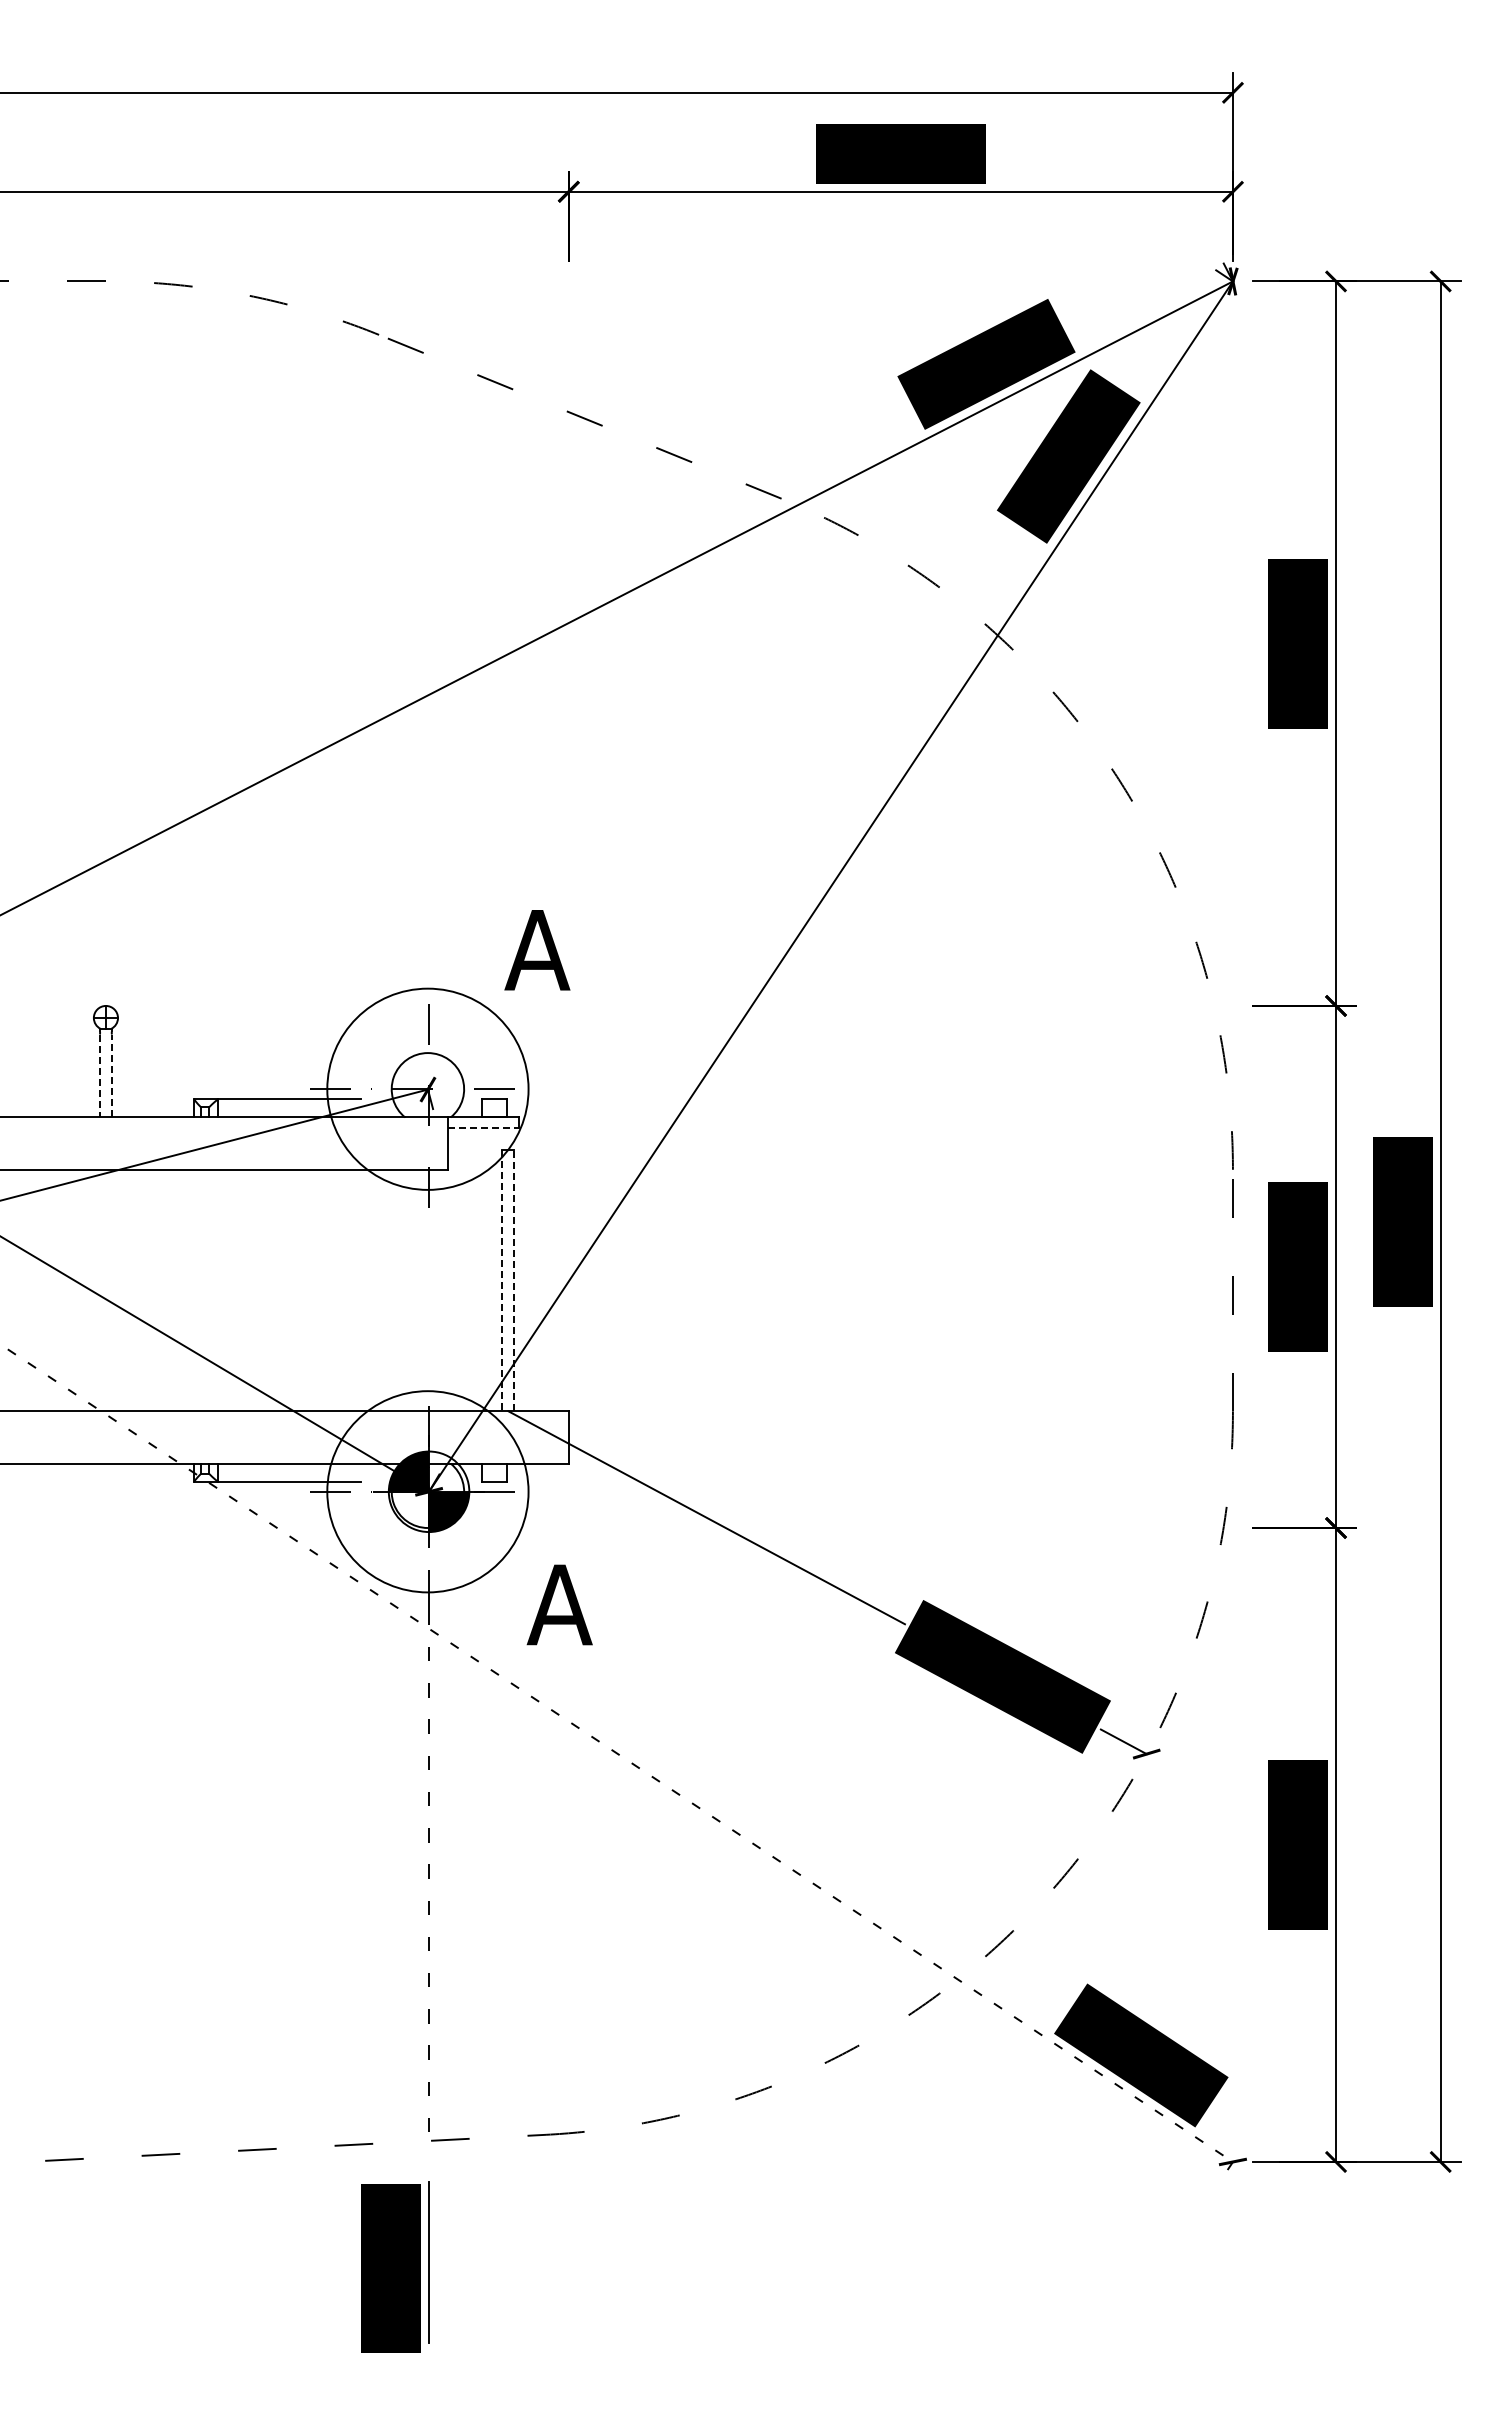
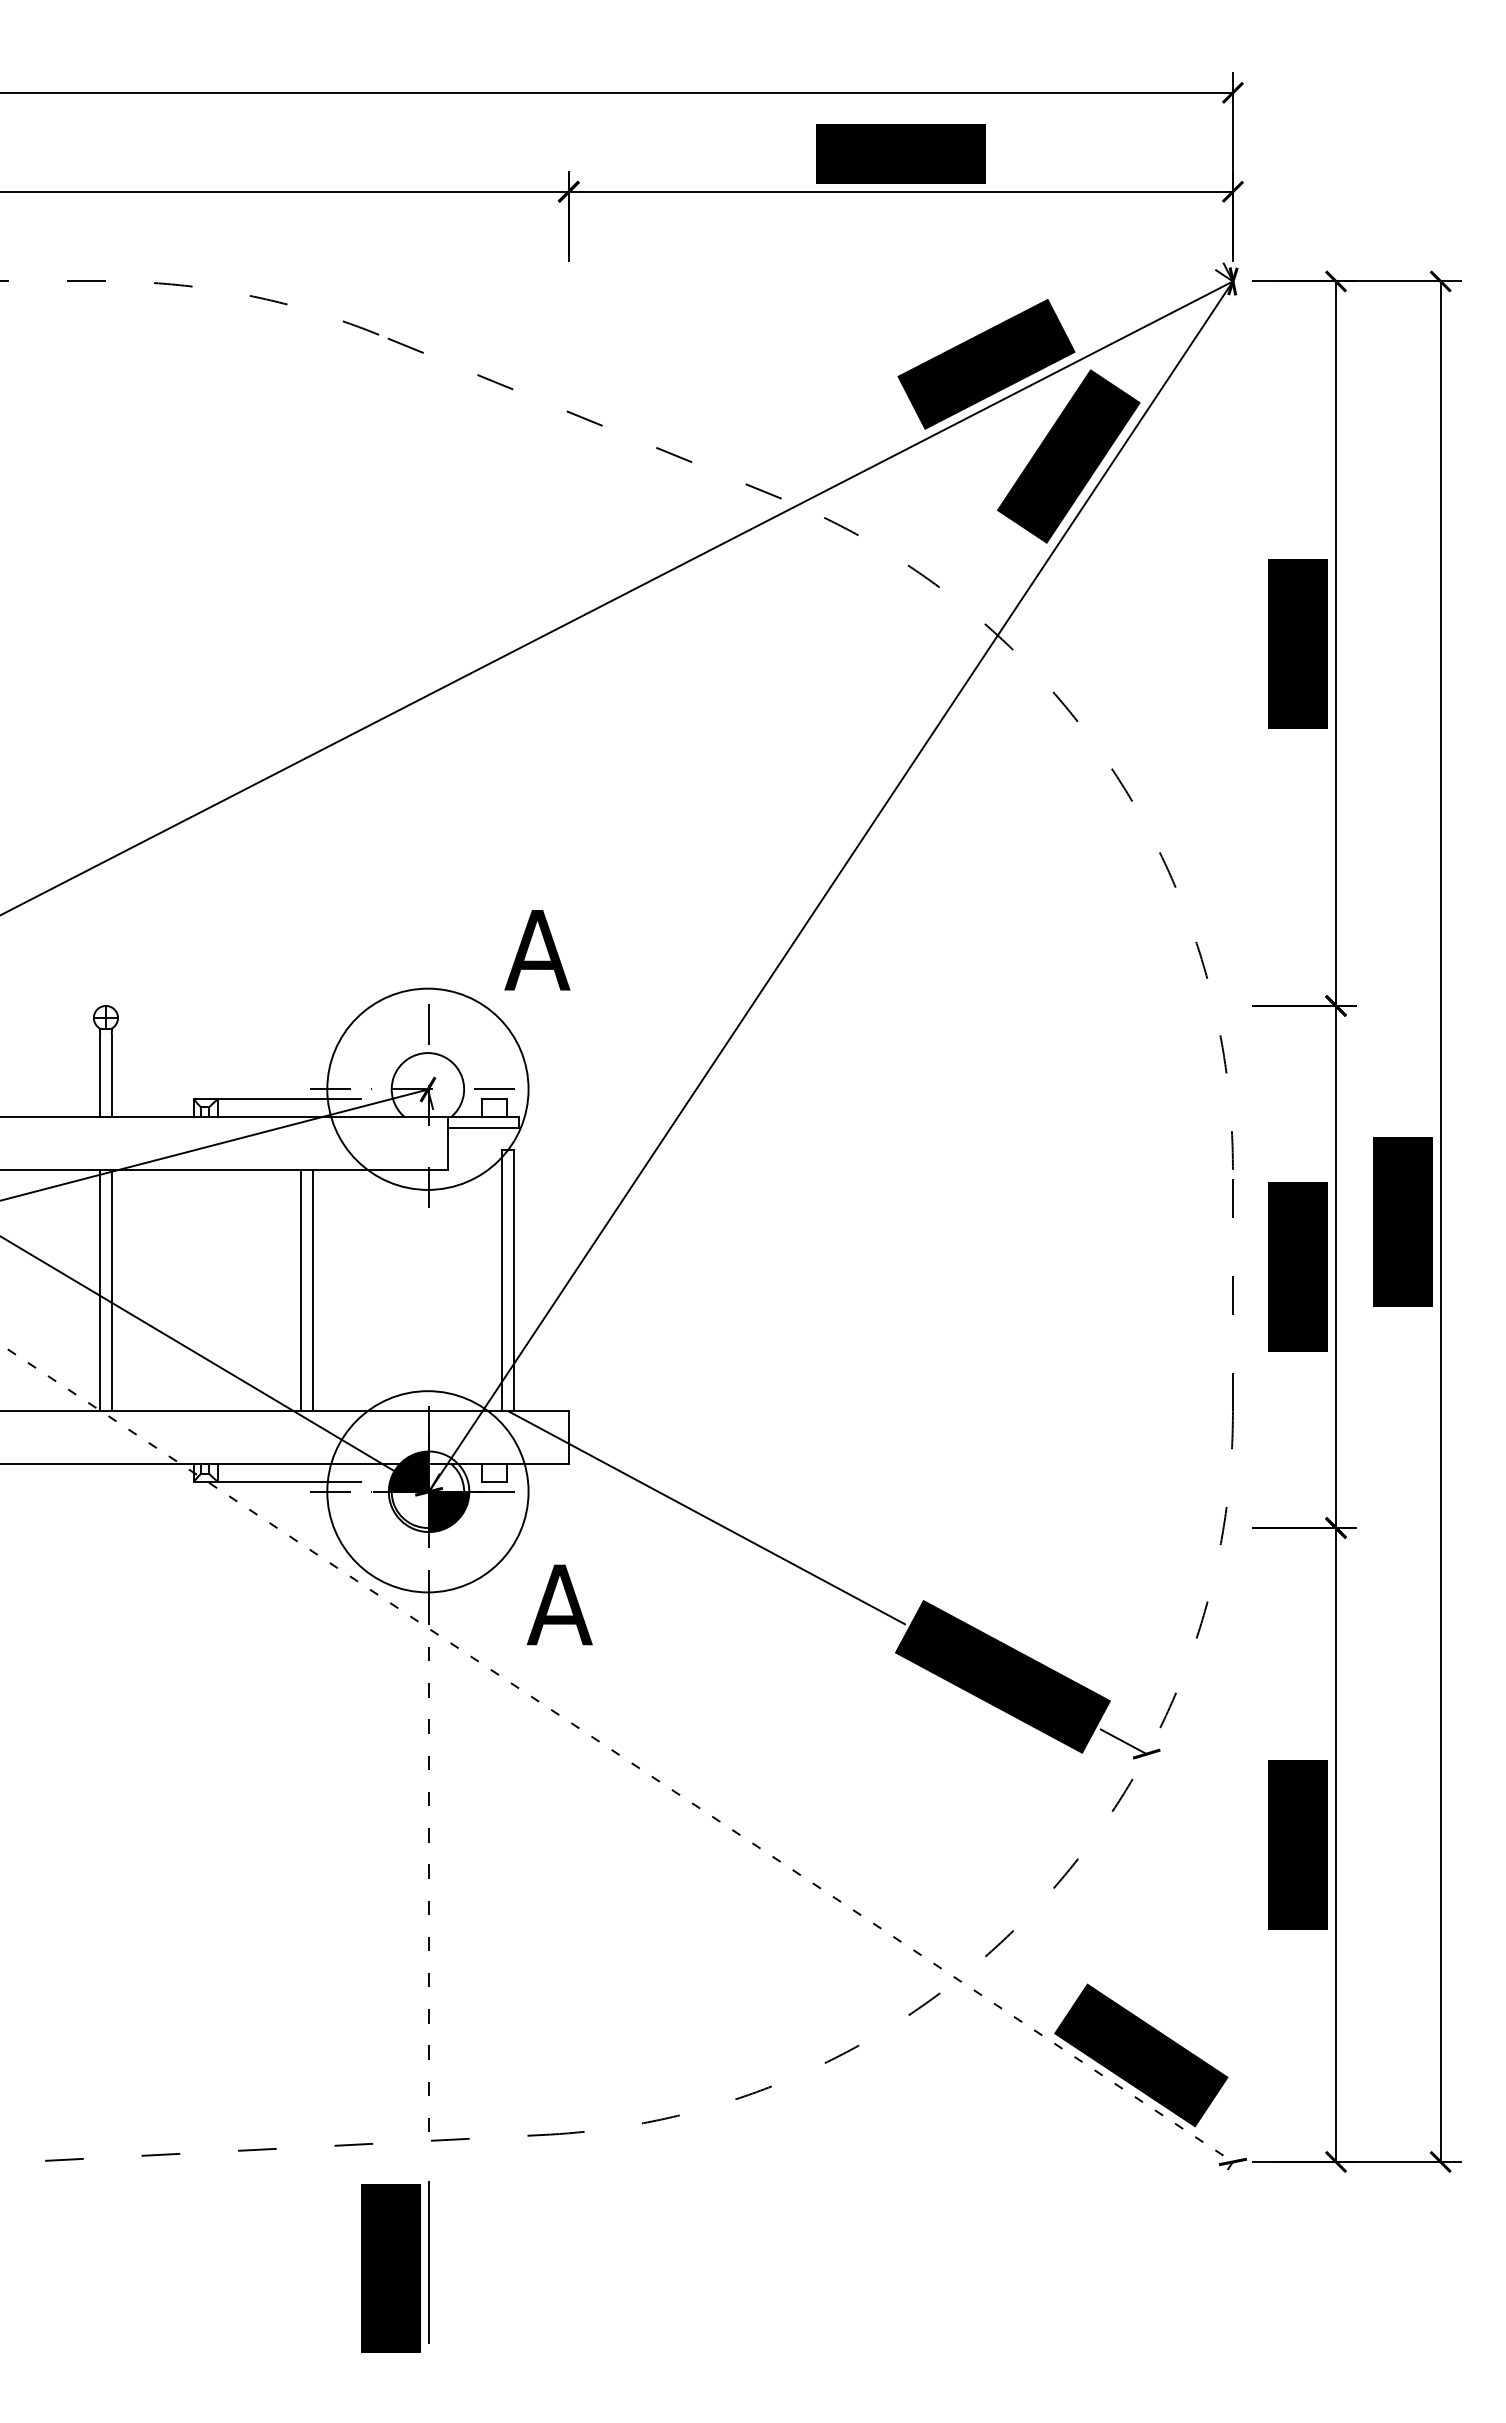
line at (111, 1075): dashed -> solid
line at (99, 1076): dashed -> solid
line at (483, 1128): dashed -> solid
line at (502, 1280): dashed -> solid
line at (514, 1280): dashed -> solid
line at (99, 1290): none -> present
line at (111, 1290): none -> present
line at (301, 1290): none -> present
line at (313, 1290): none -> present
